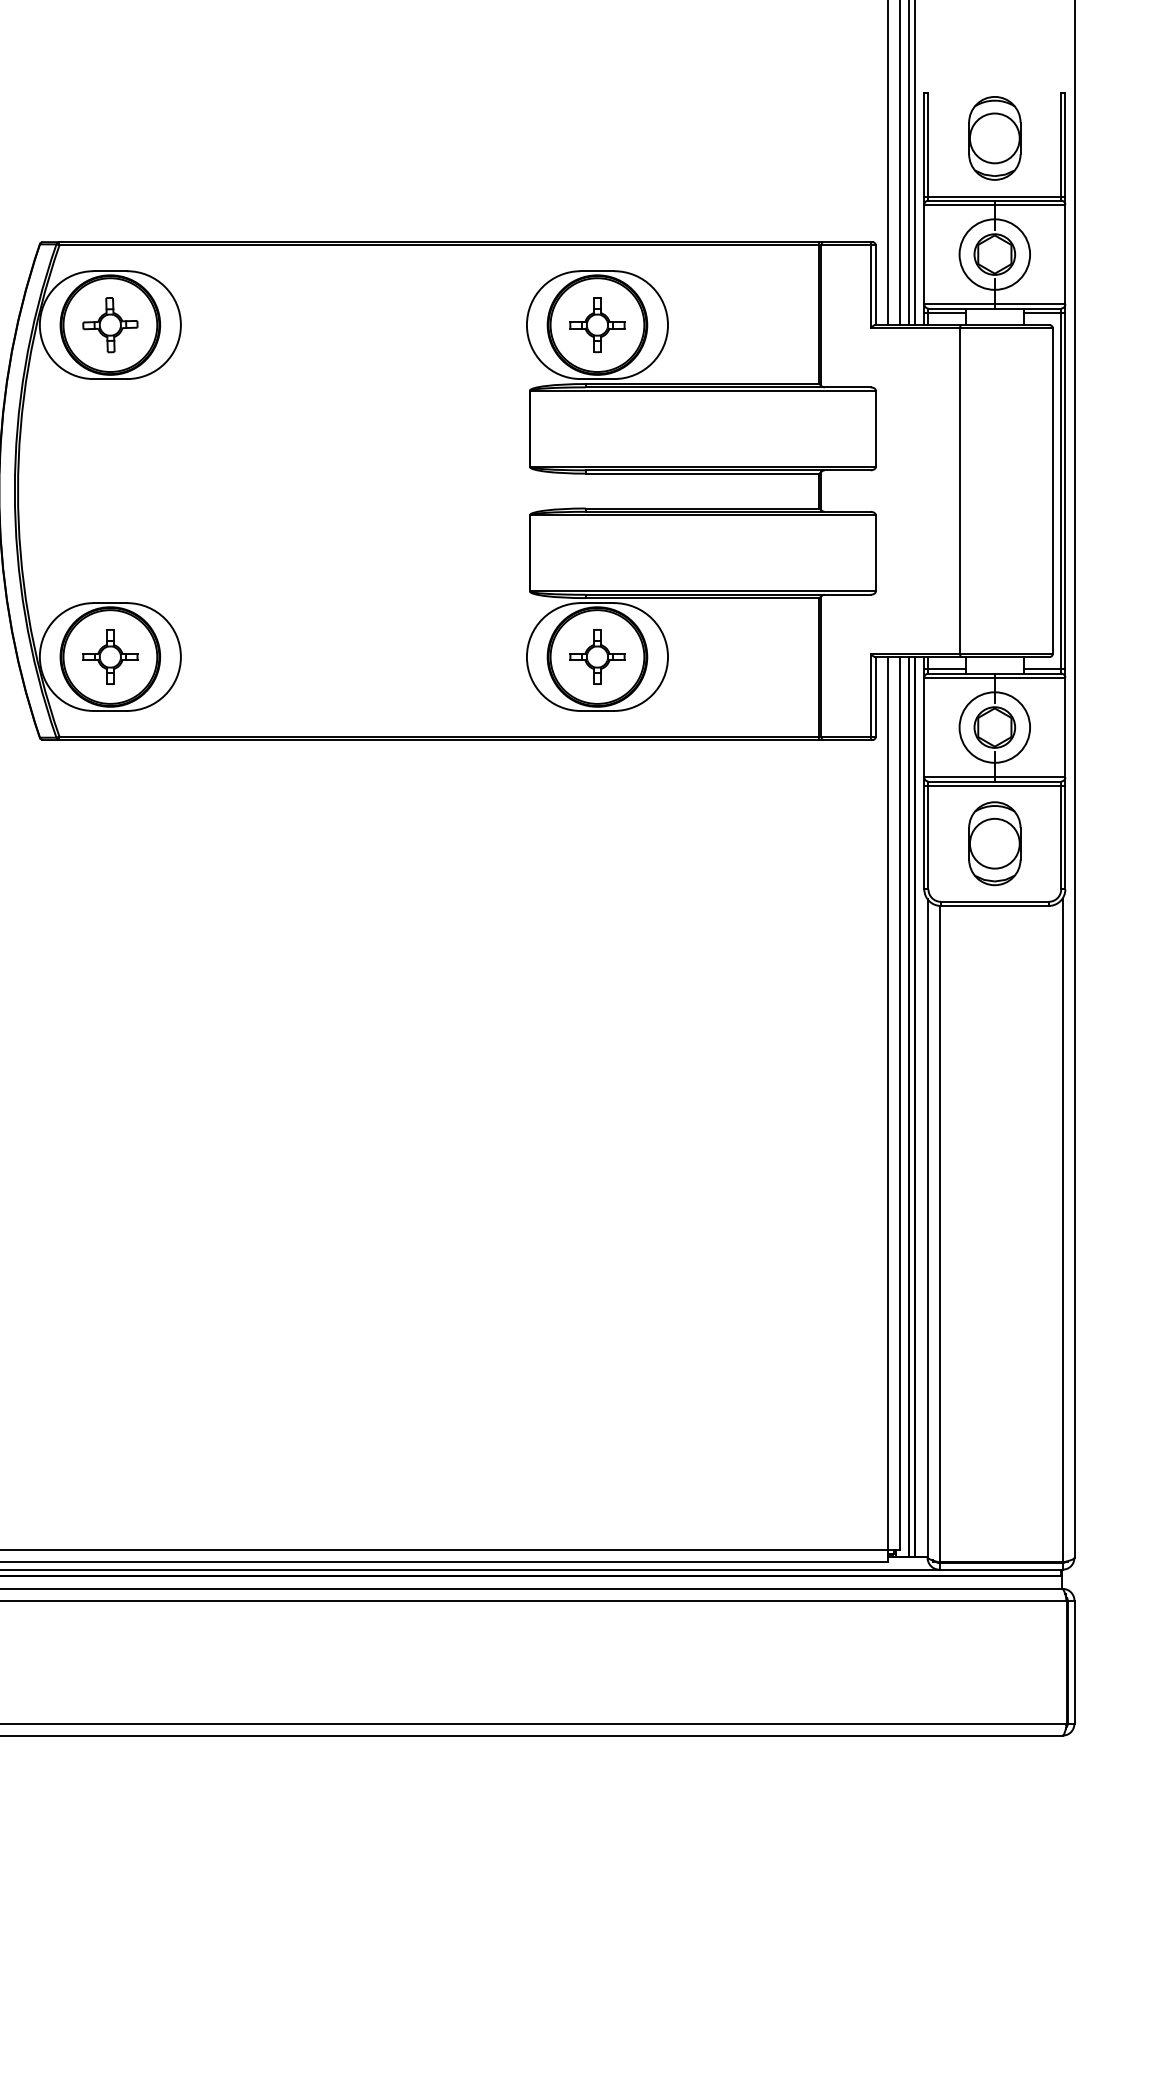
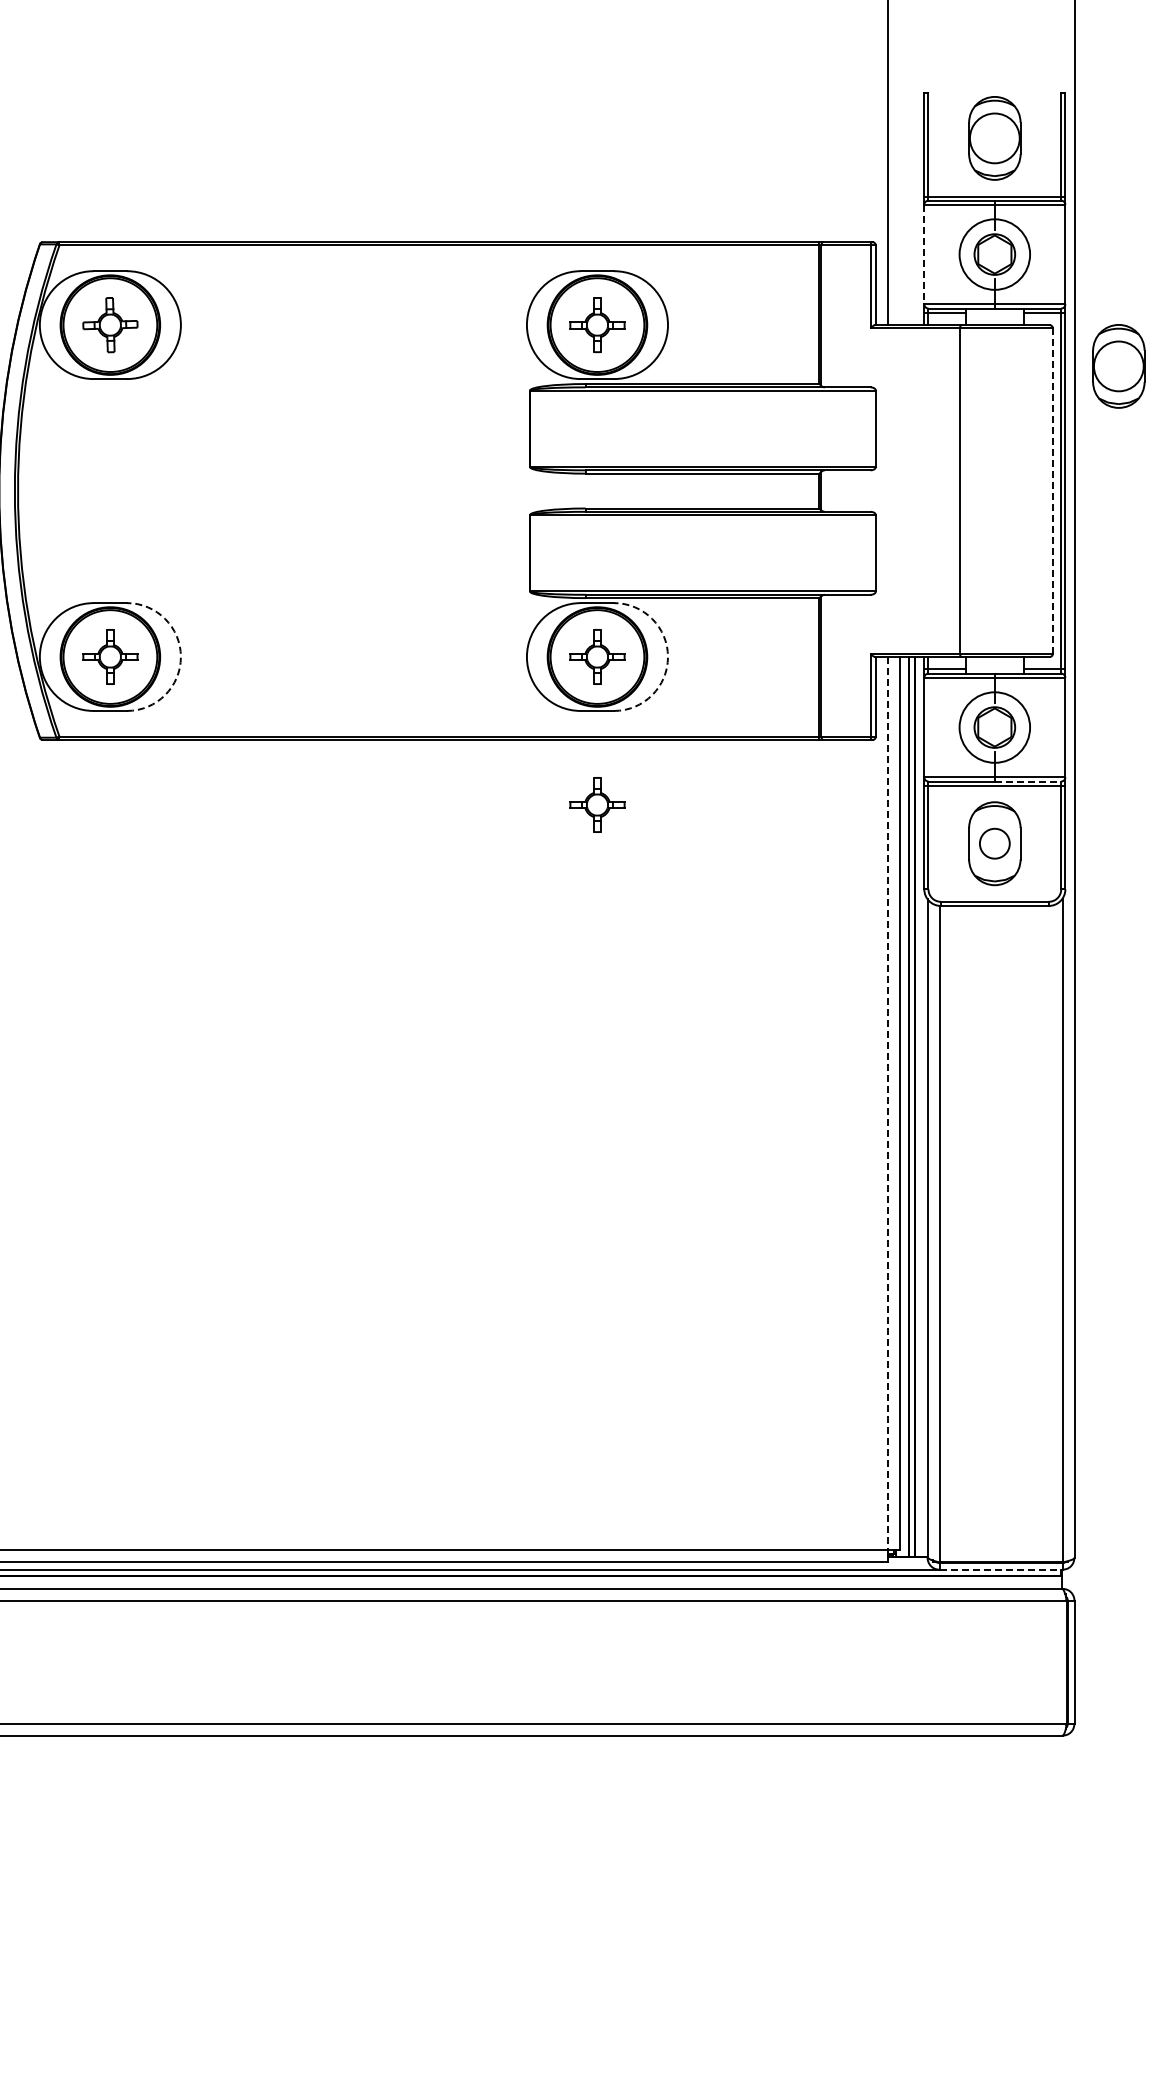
line at (900, 163): present -> none
line at (908, 163): present -> none
line at (915, 163): present -> none
line at (924, 254): solid -> dashed
part at (1118, 366): none -> present
line at (1052, 491): solid -> dashed
arc at (180, 657): solid -> dashed
arc at (668, 657): solid -> dashed
line at (1028, 781): solid -> dashed
part at (597, 804): none -> present
circle at (994, 843) diameter: 50 px -> 30 px
line at (888, 1103): solid -> dashed
line at (1001, 1569): solid -> dashed
